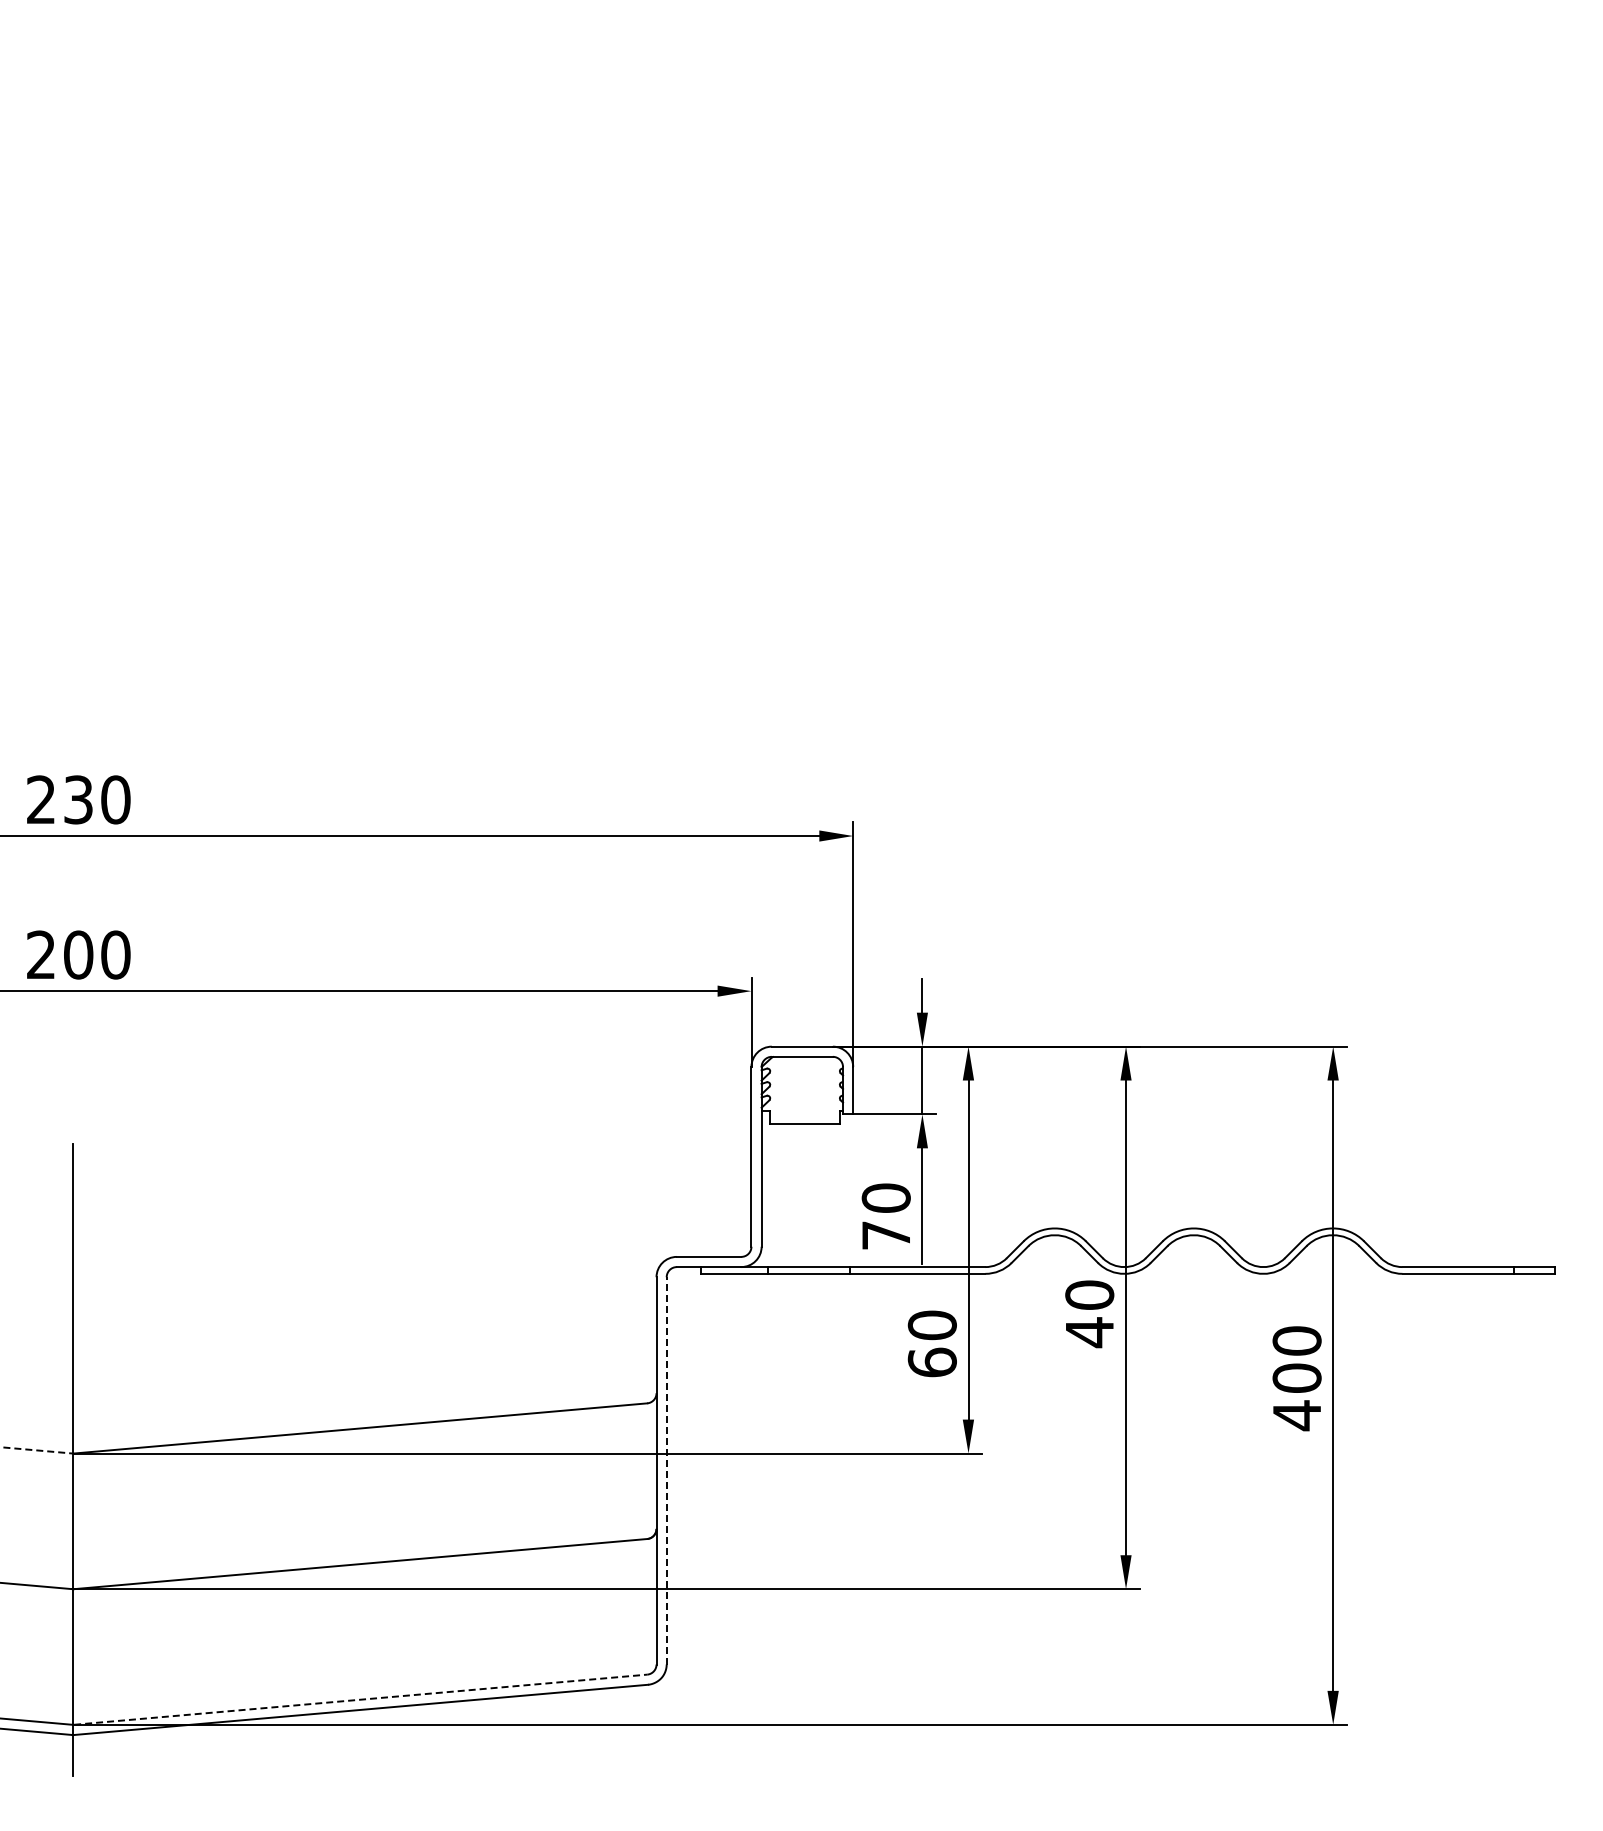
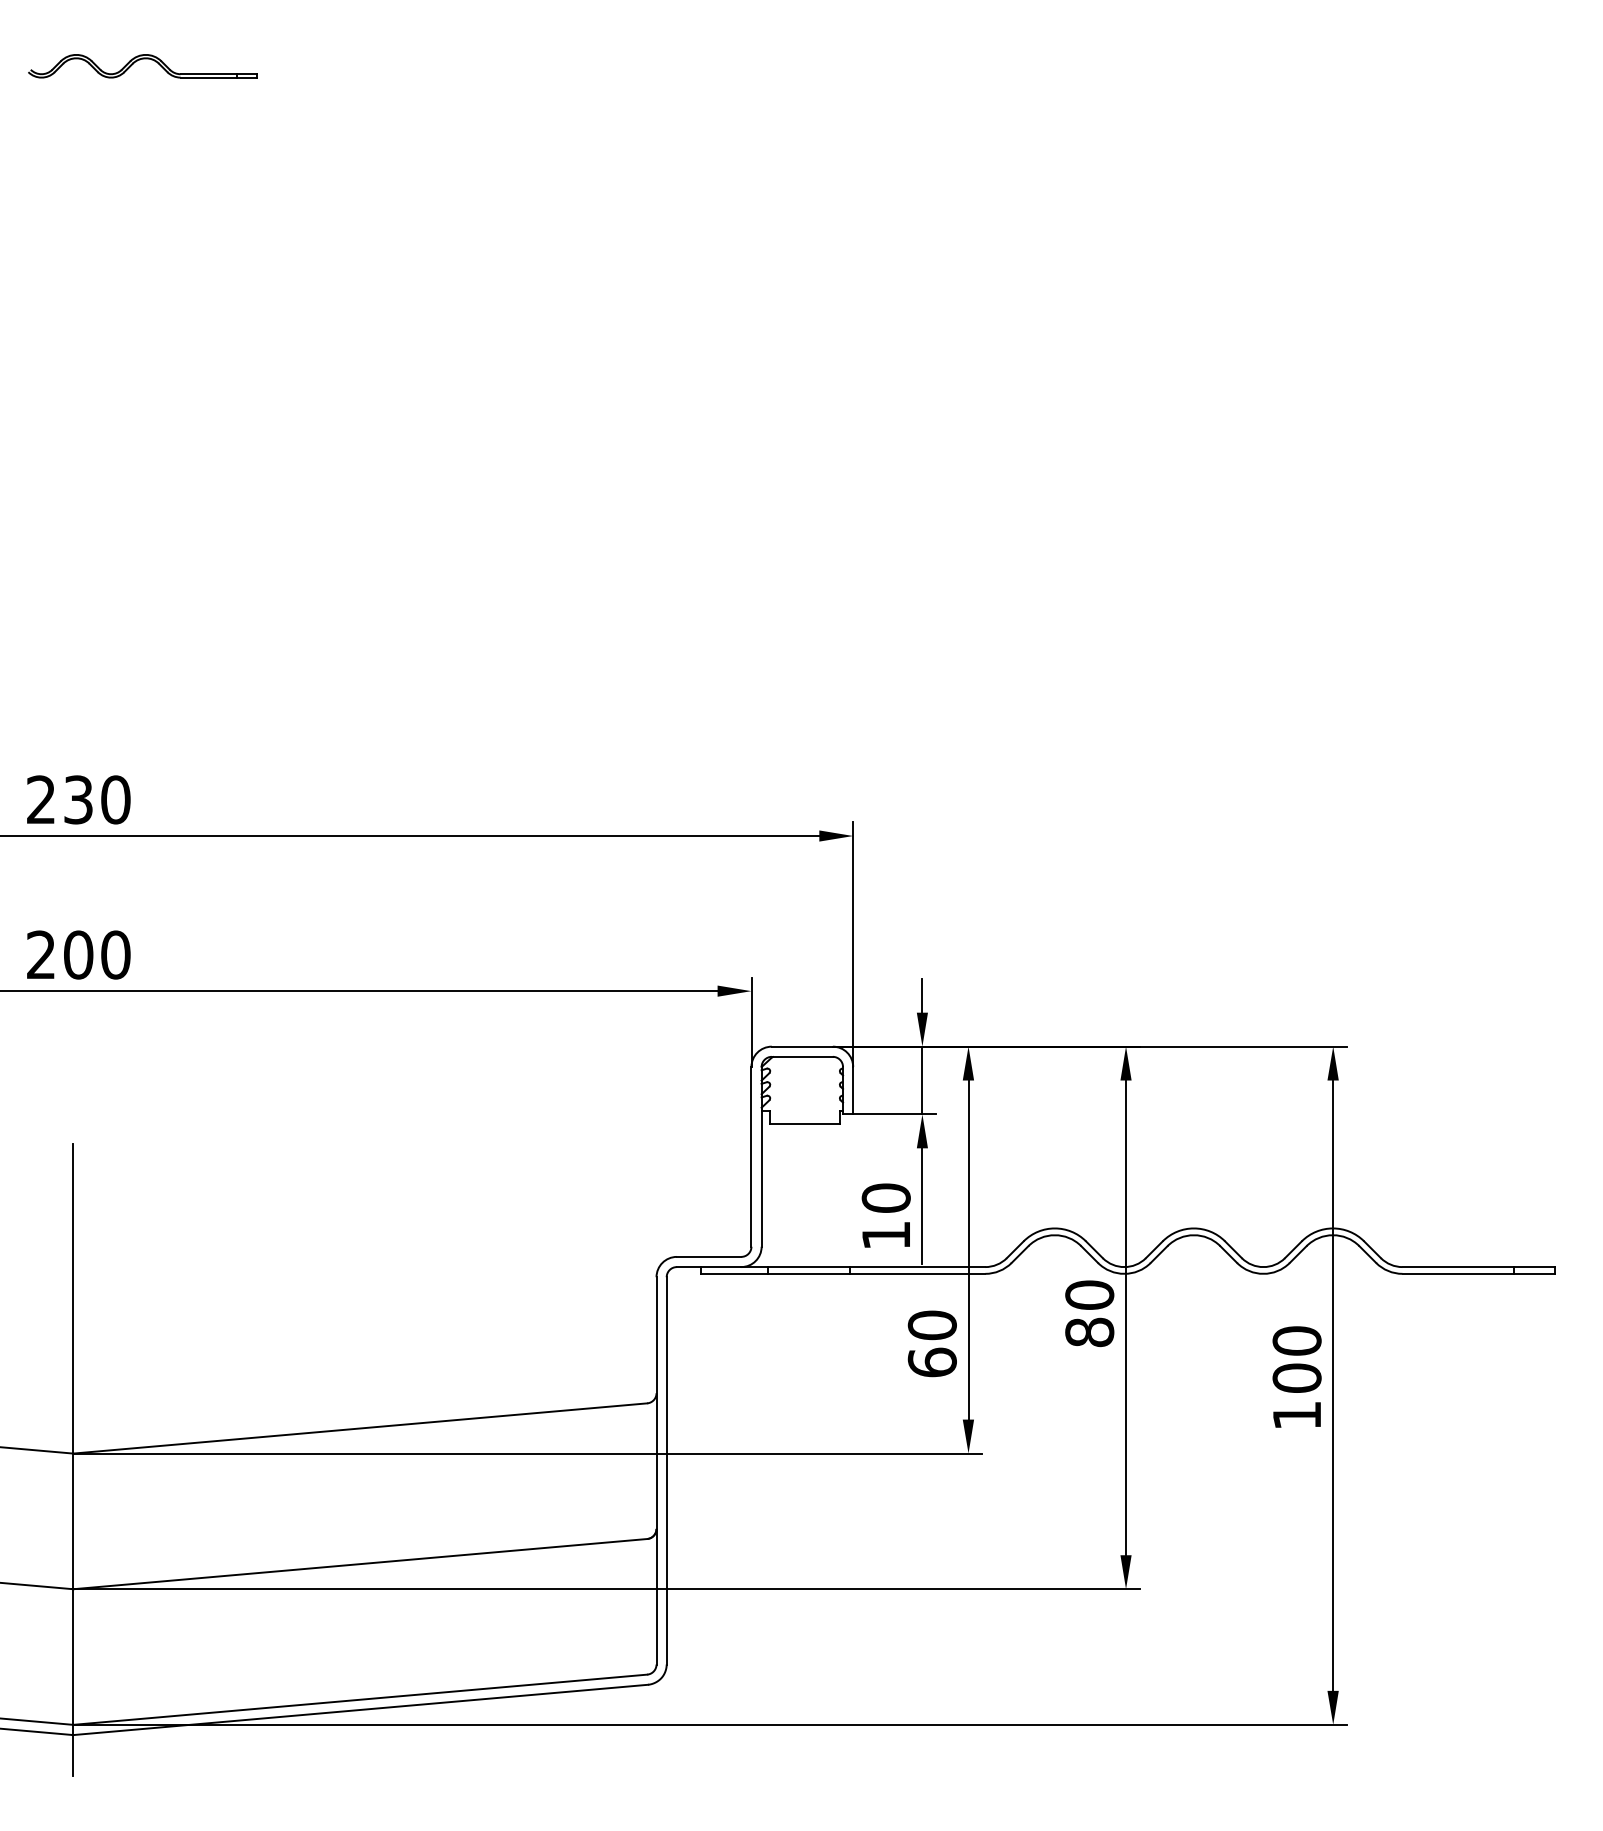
part at (140, 60): none -> present
text at (885, 1235): 70 -> 10
text at (1089, 1332): 40 -> 80
text at (1296, 1415): 400 -> 100
line at (36, 1450): dashed -> solid
line at (666, 1470): dashed -> solid
line at (360, 1699): dashed -> solid
